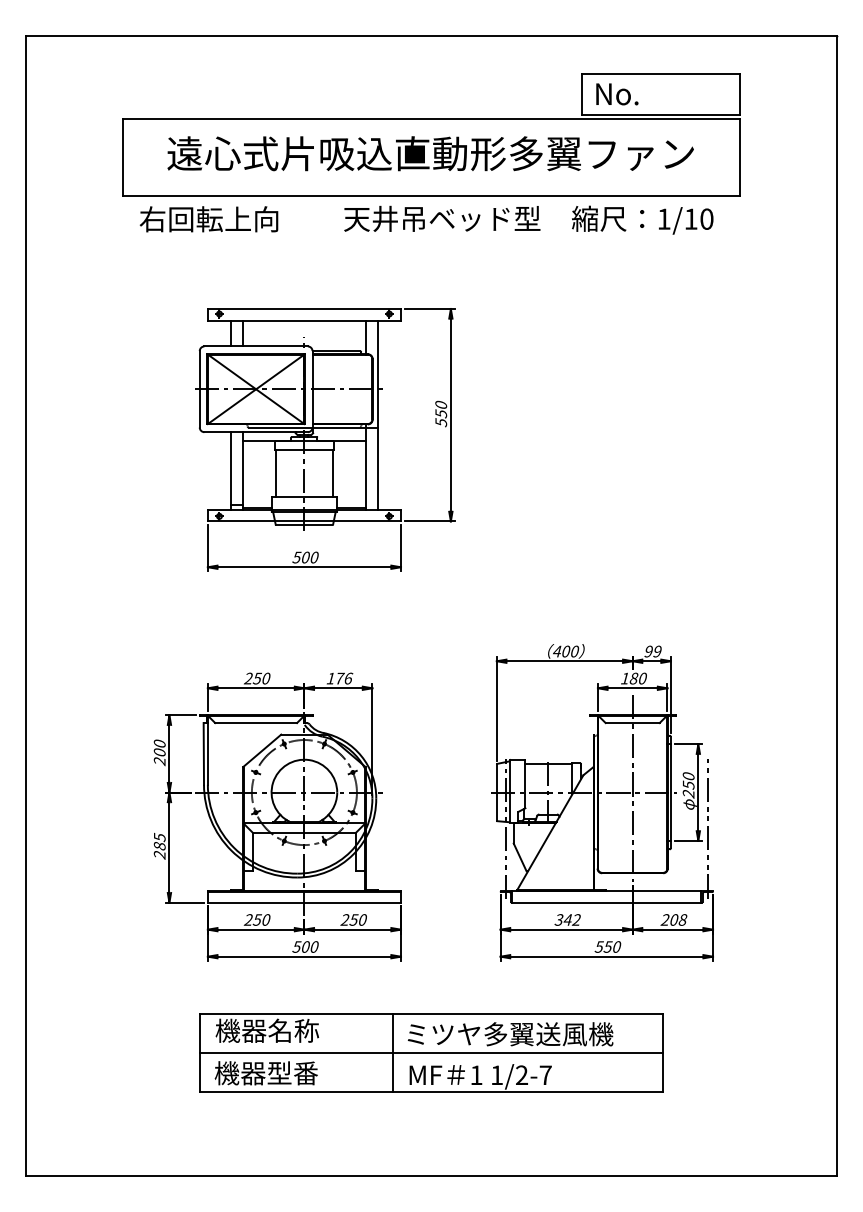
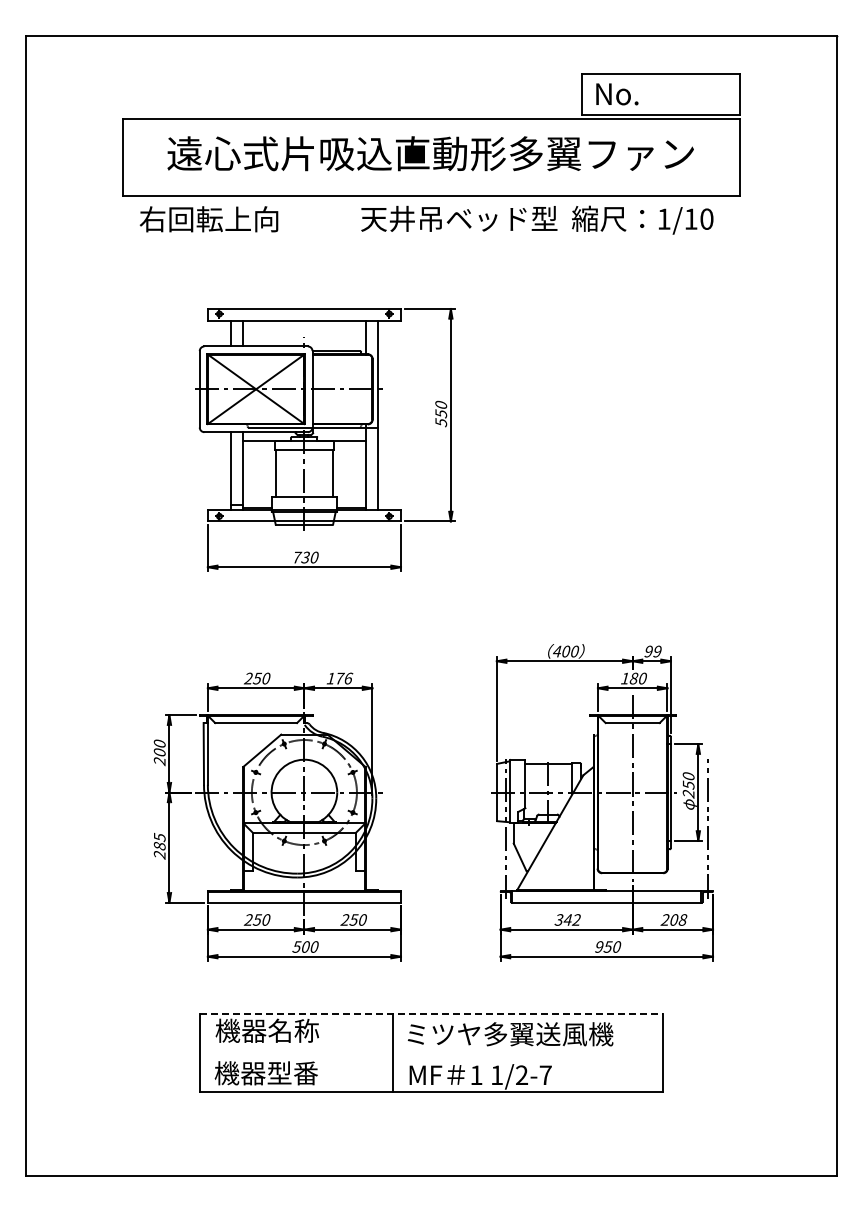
text at (442, 218) position: (442, 218) -> (459, 218)
text at (300, 557): 500 -> 730
text at (598, 946): 550 -> 950
line at (431, 1014): solid -> dashed
line at (431, 1053): present -> none
